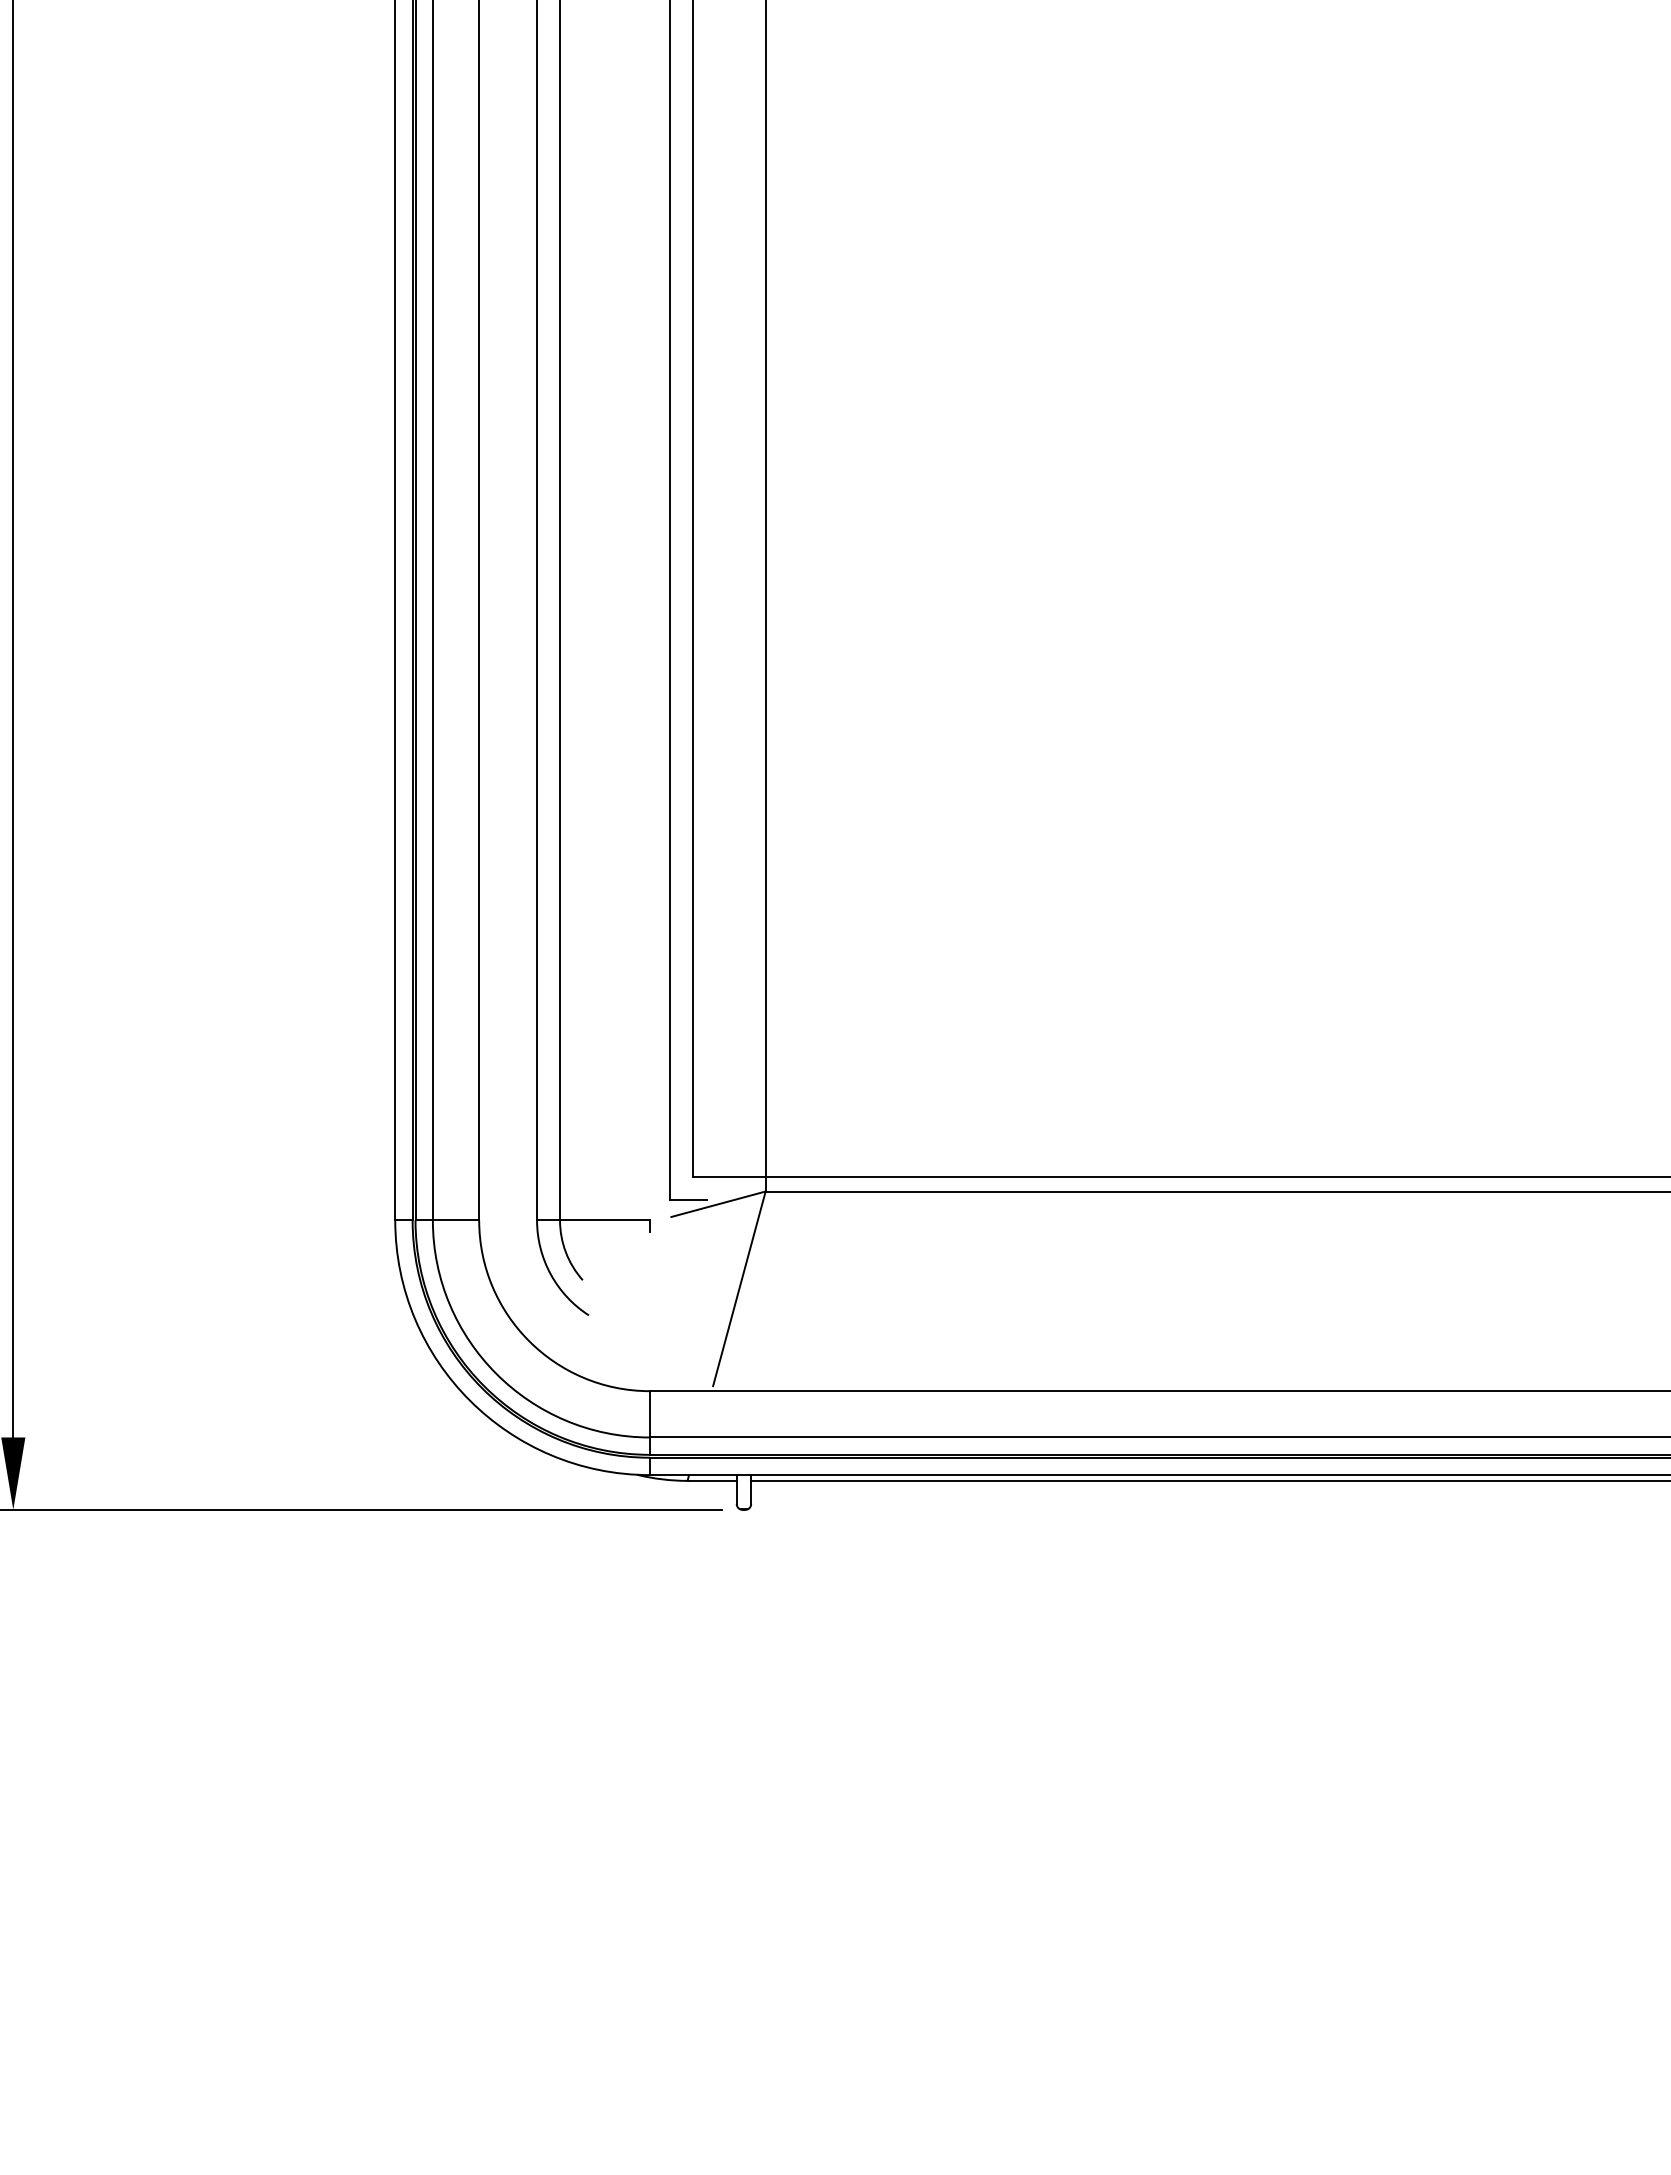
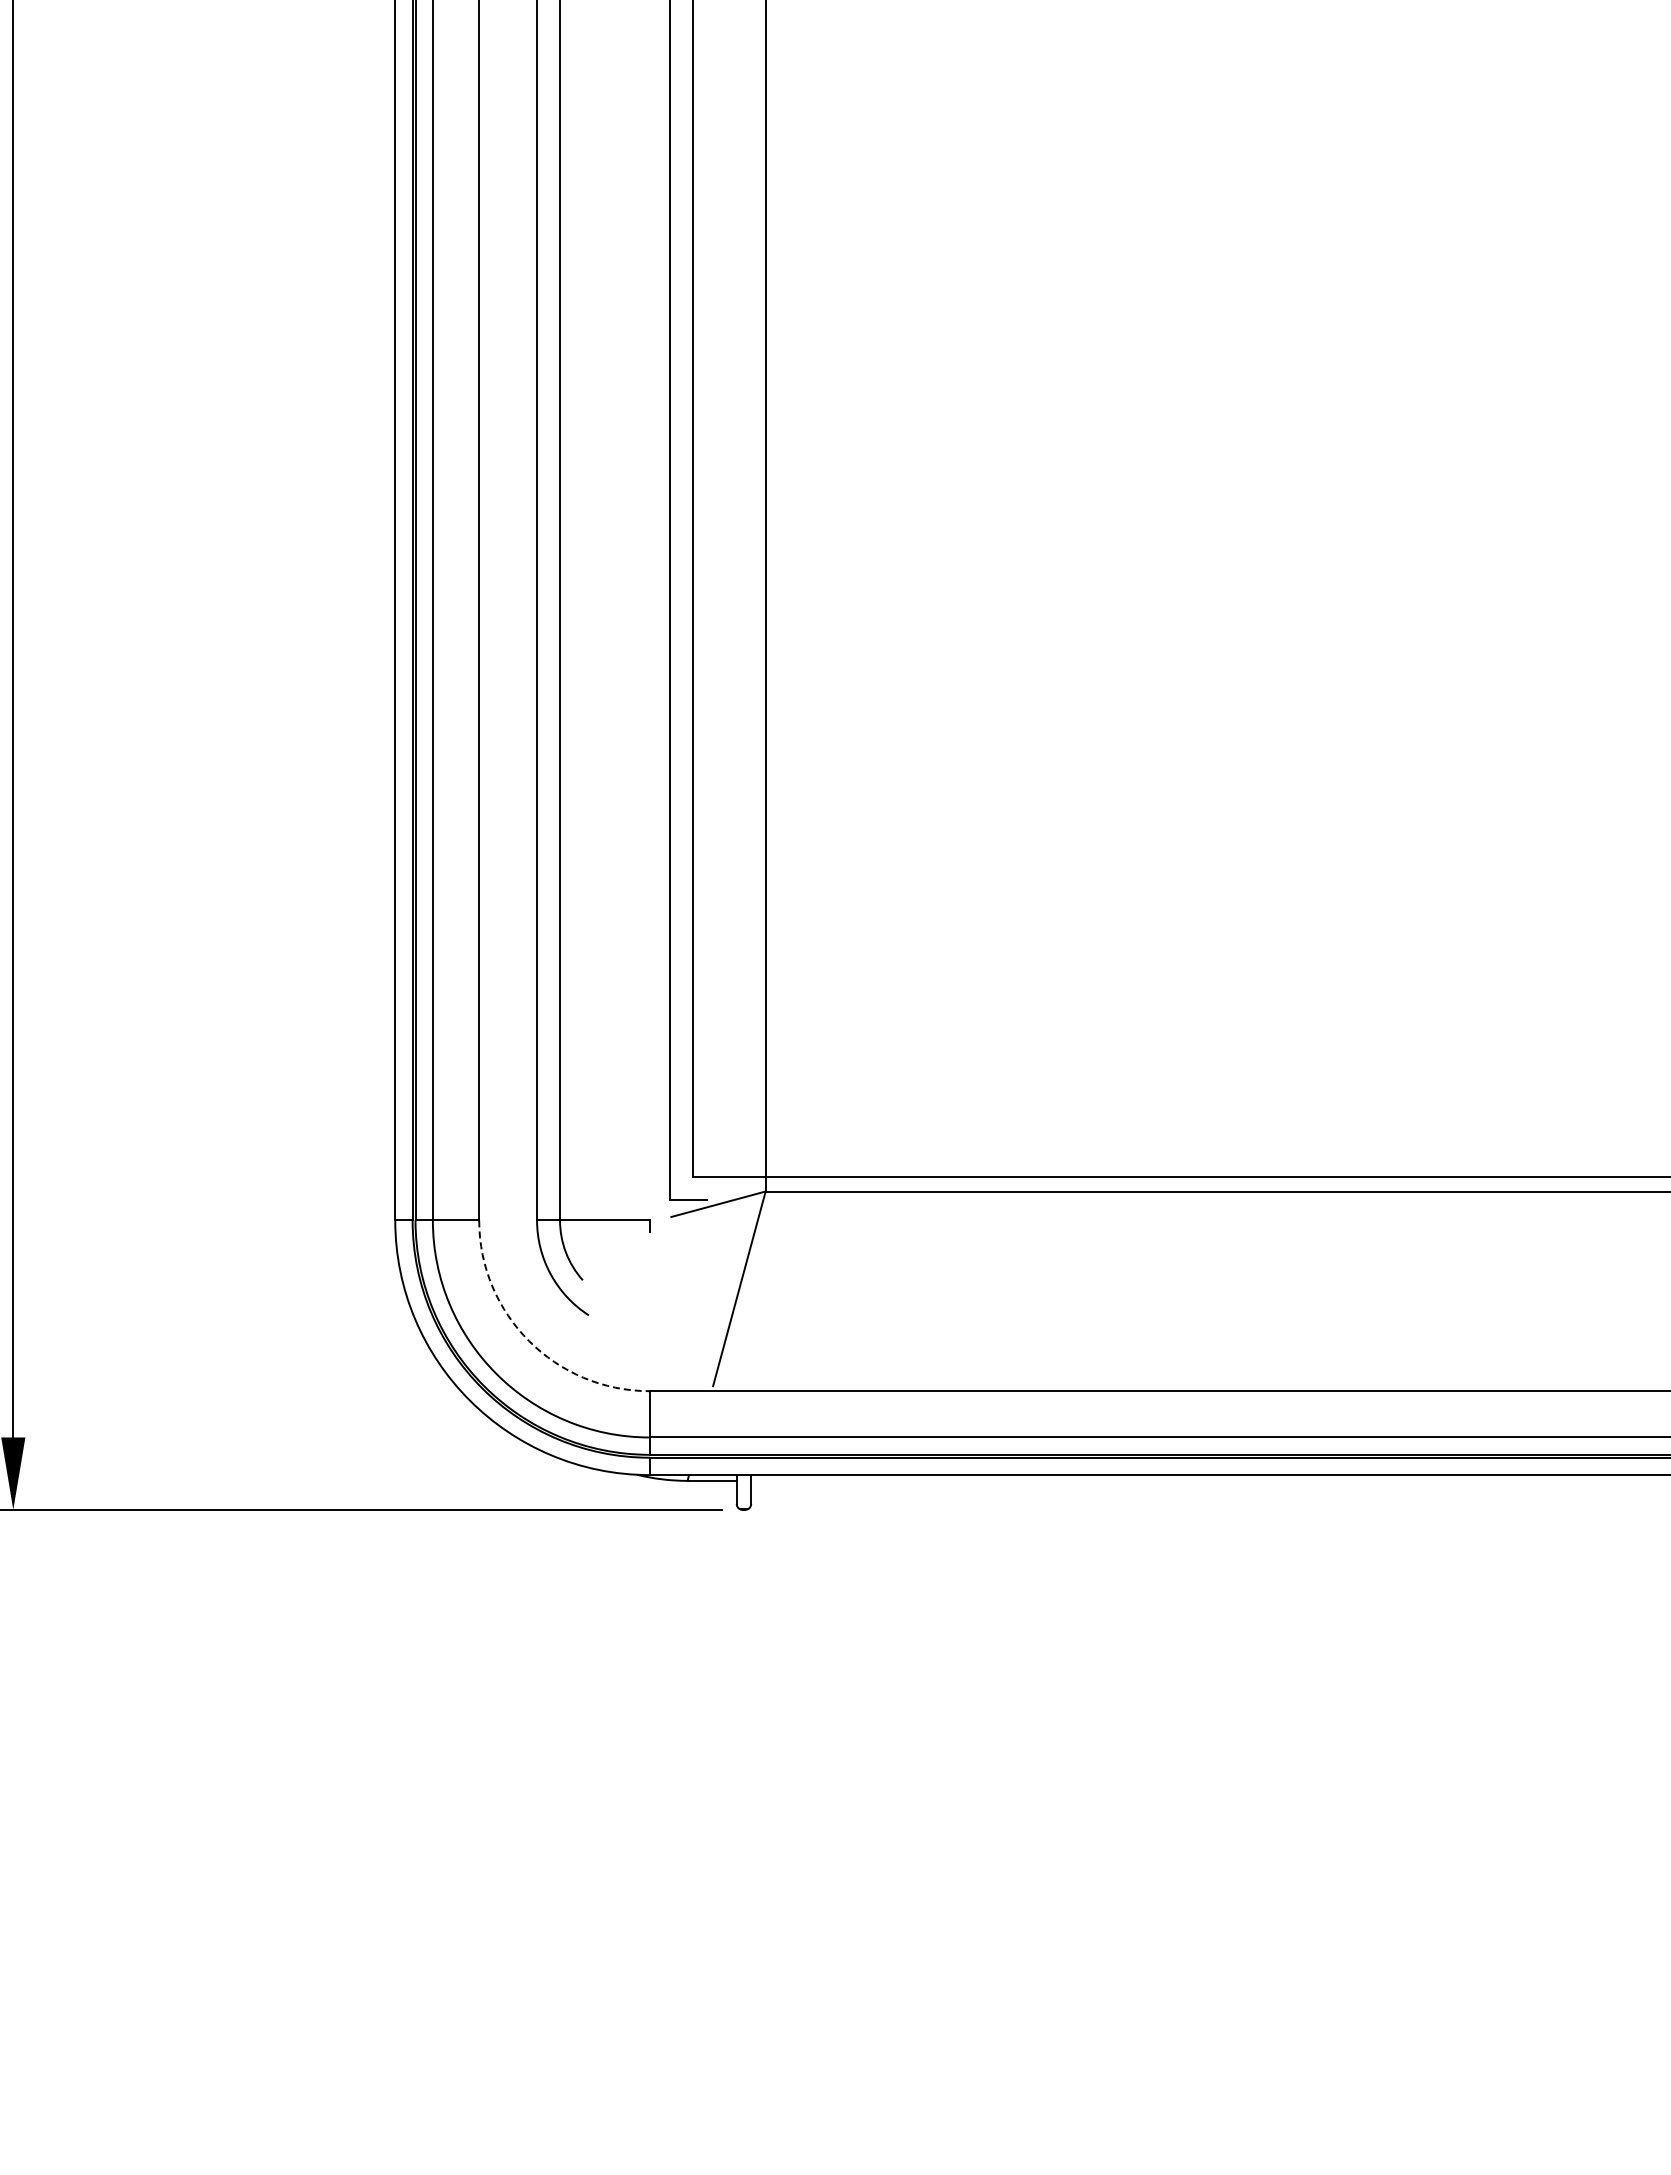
arc at (529, 1341): solid -> dashed
line at (1209, 1480): present -> none
